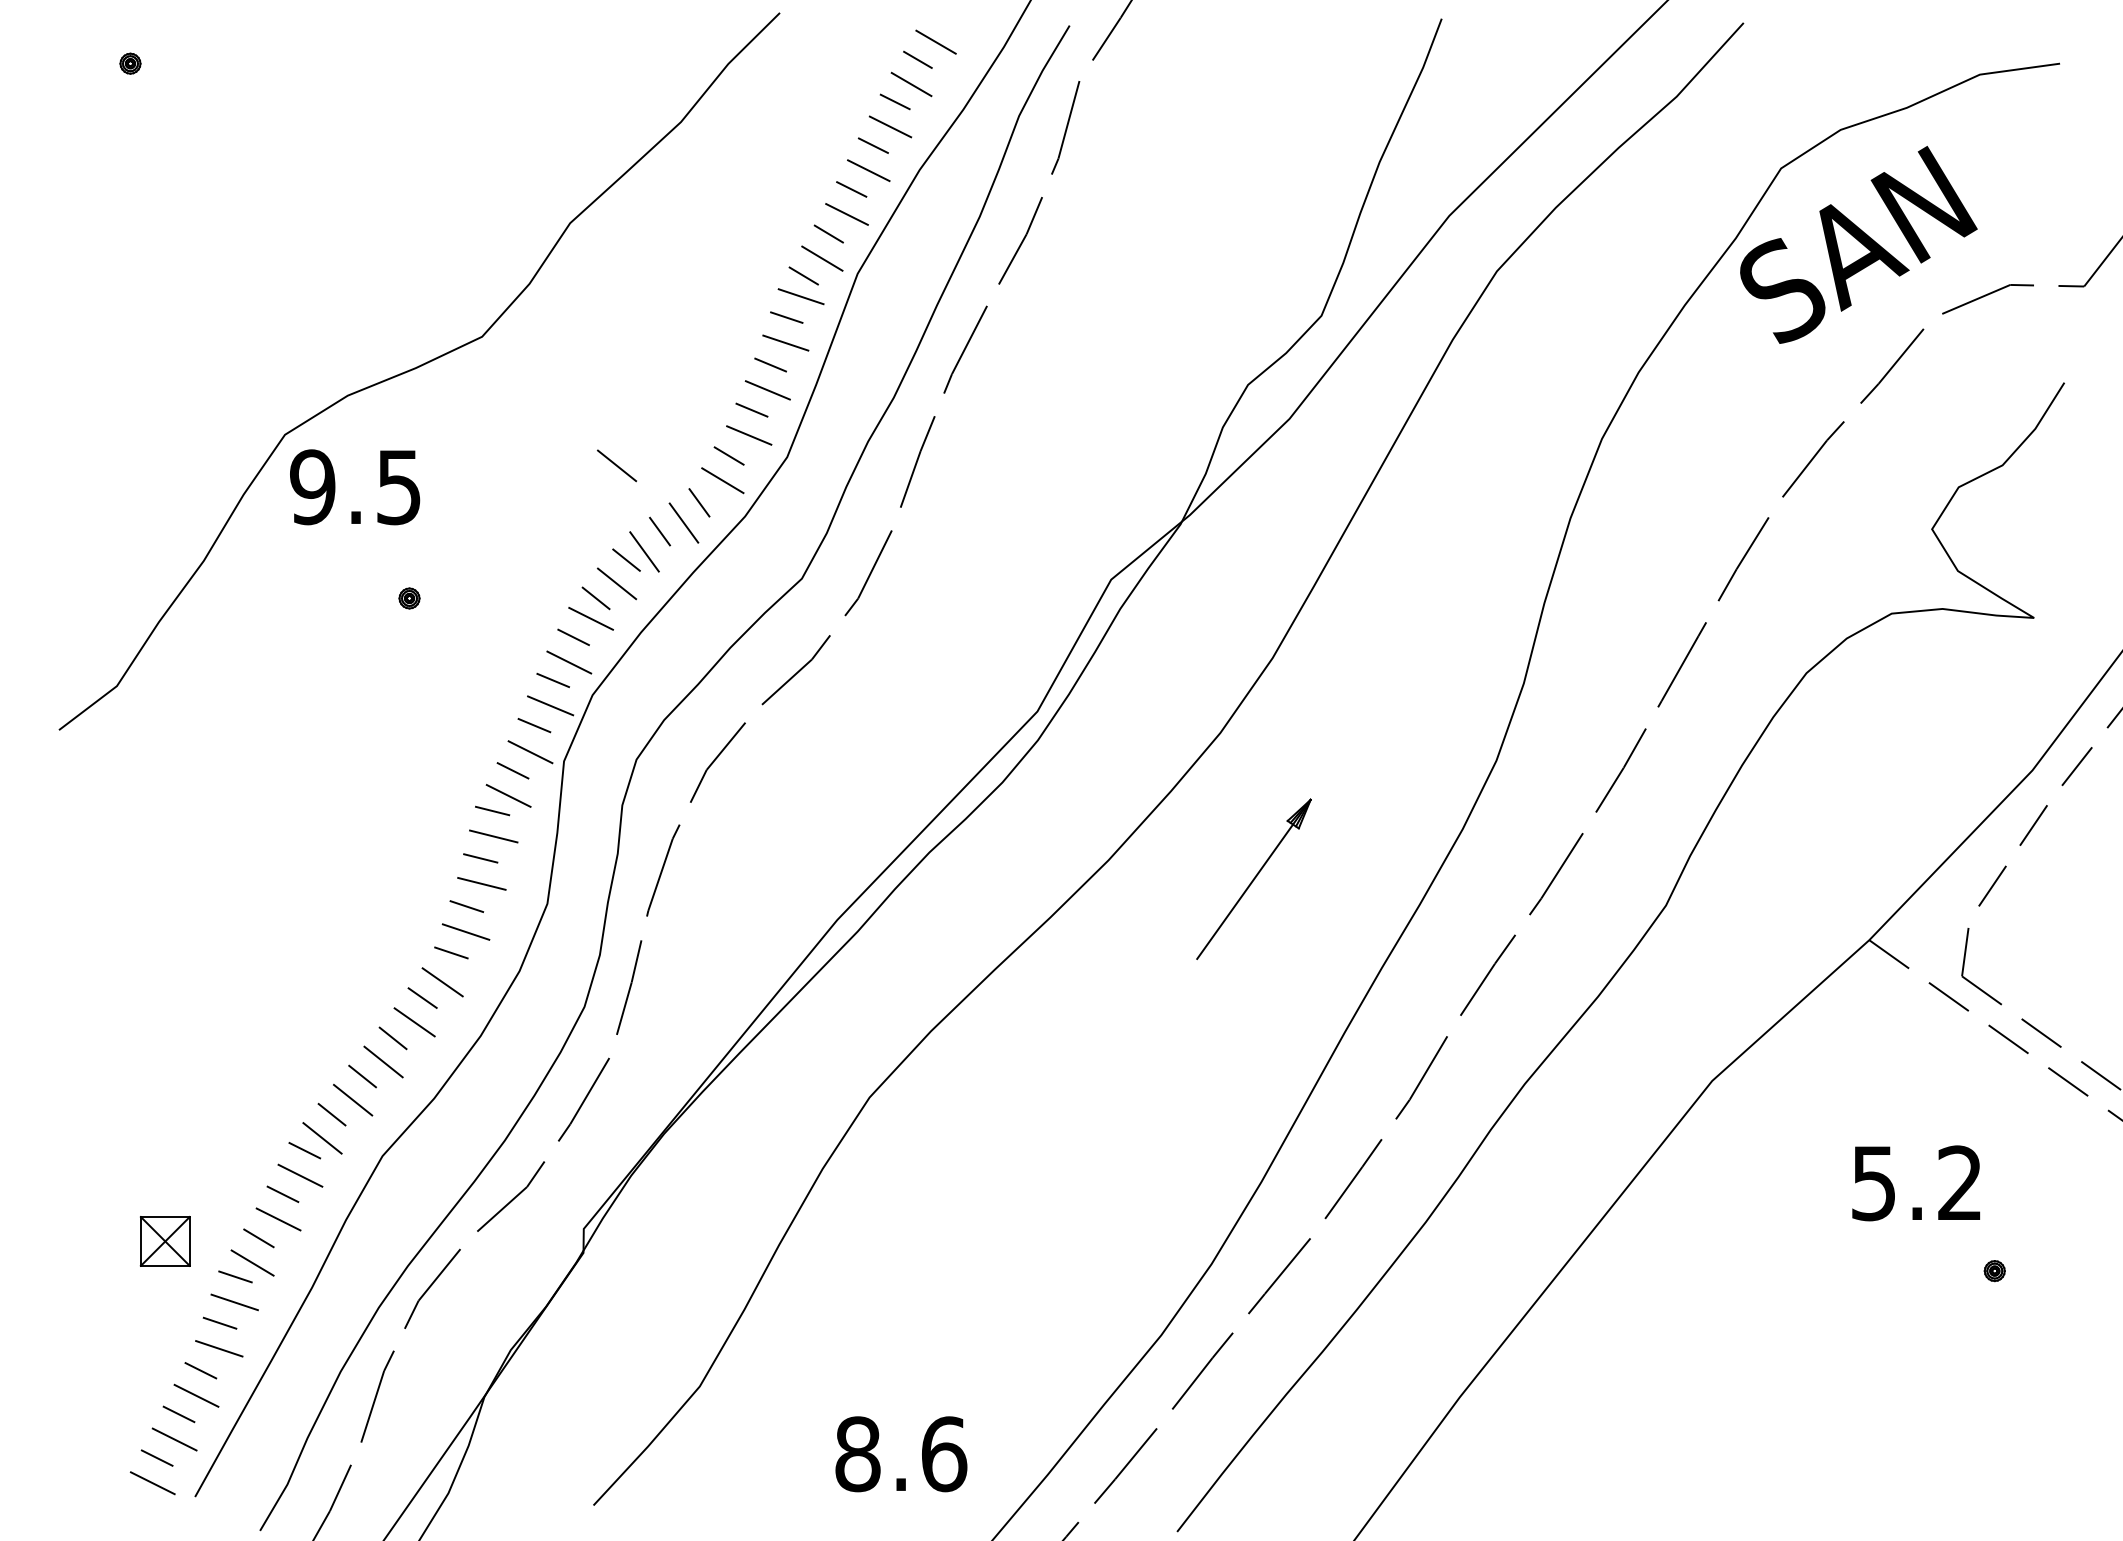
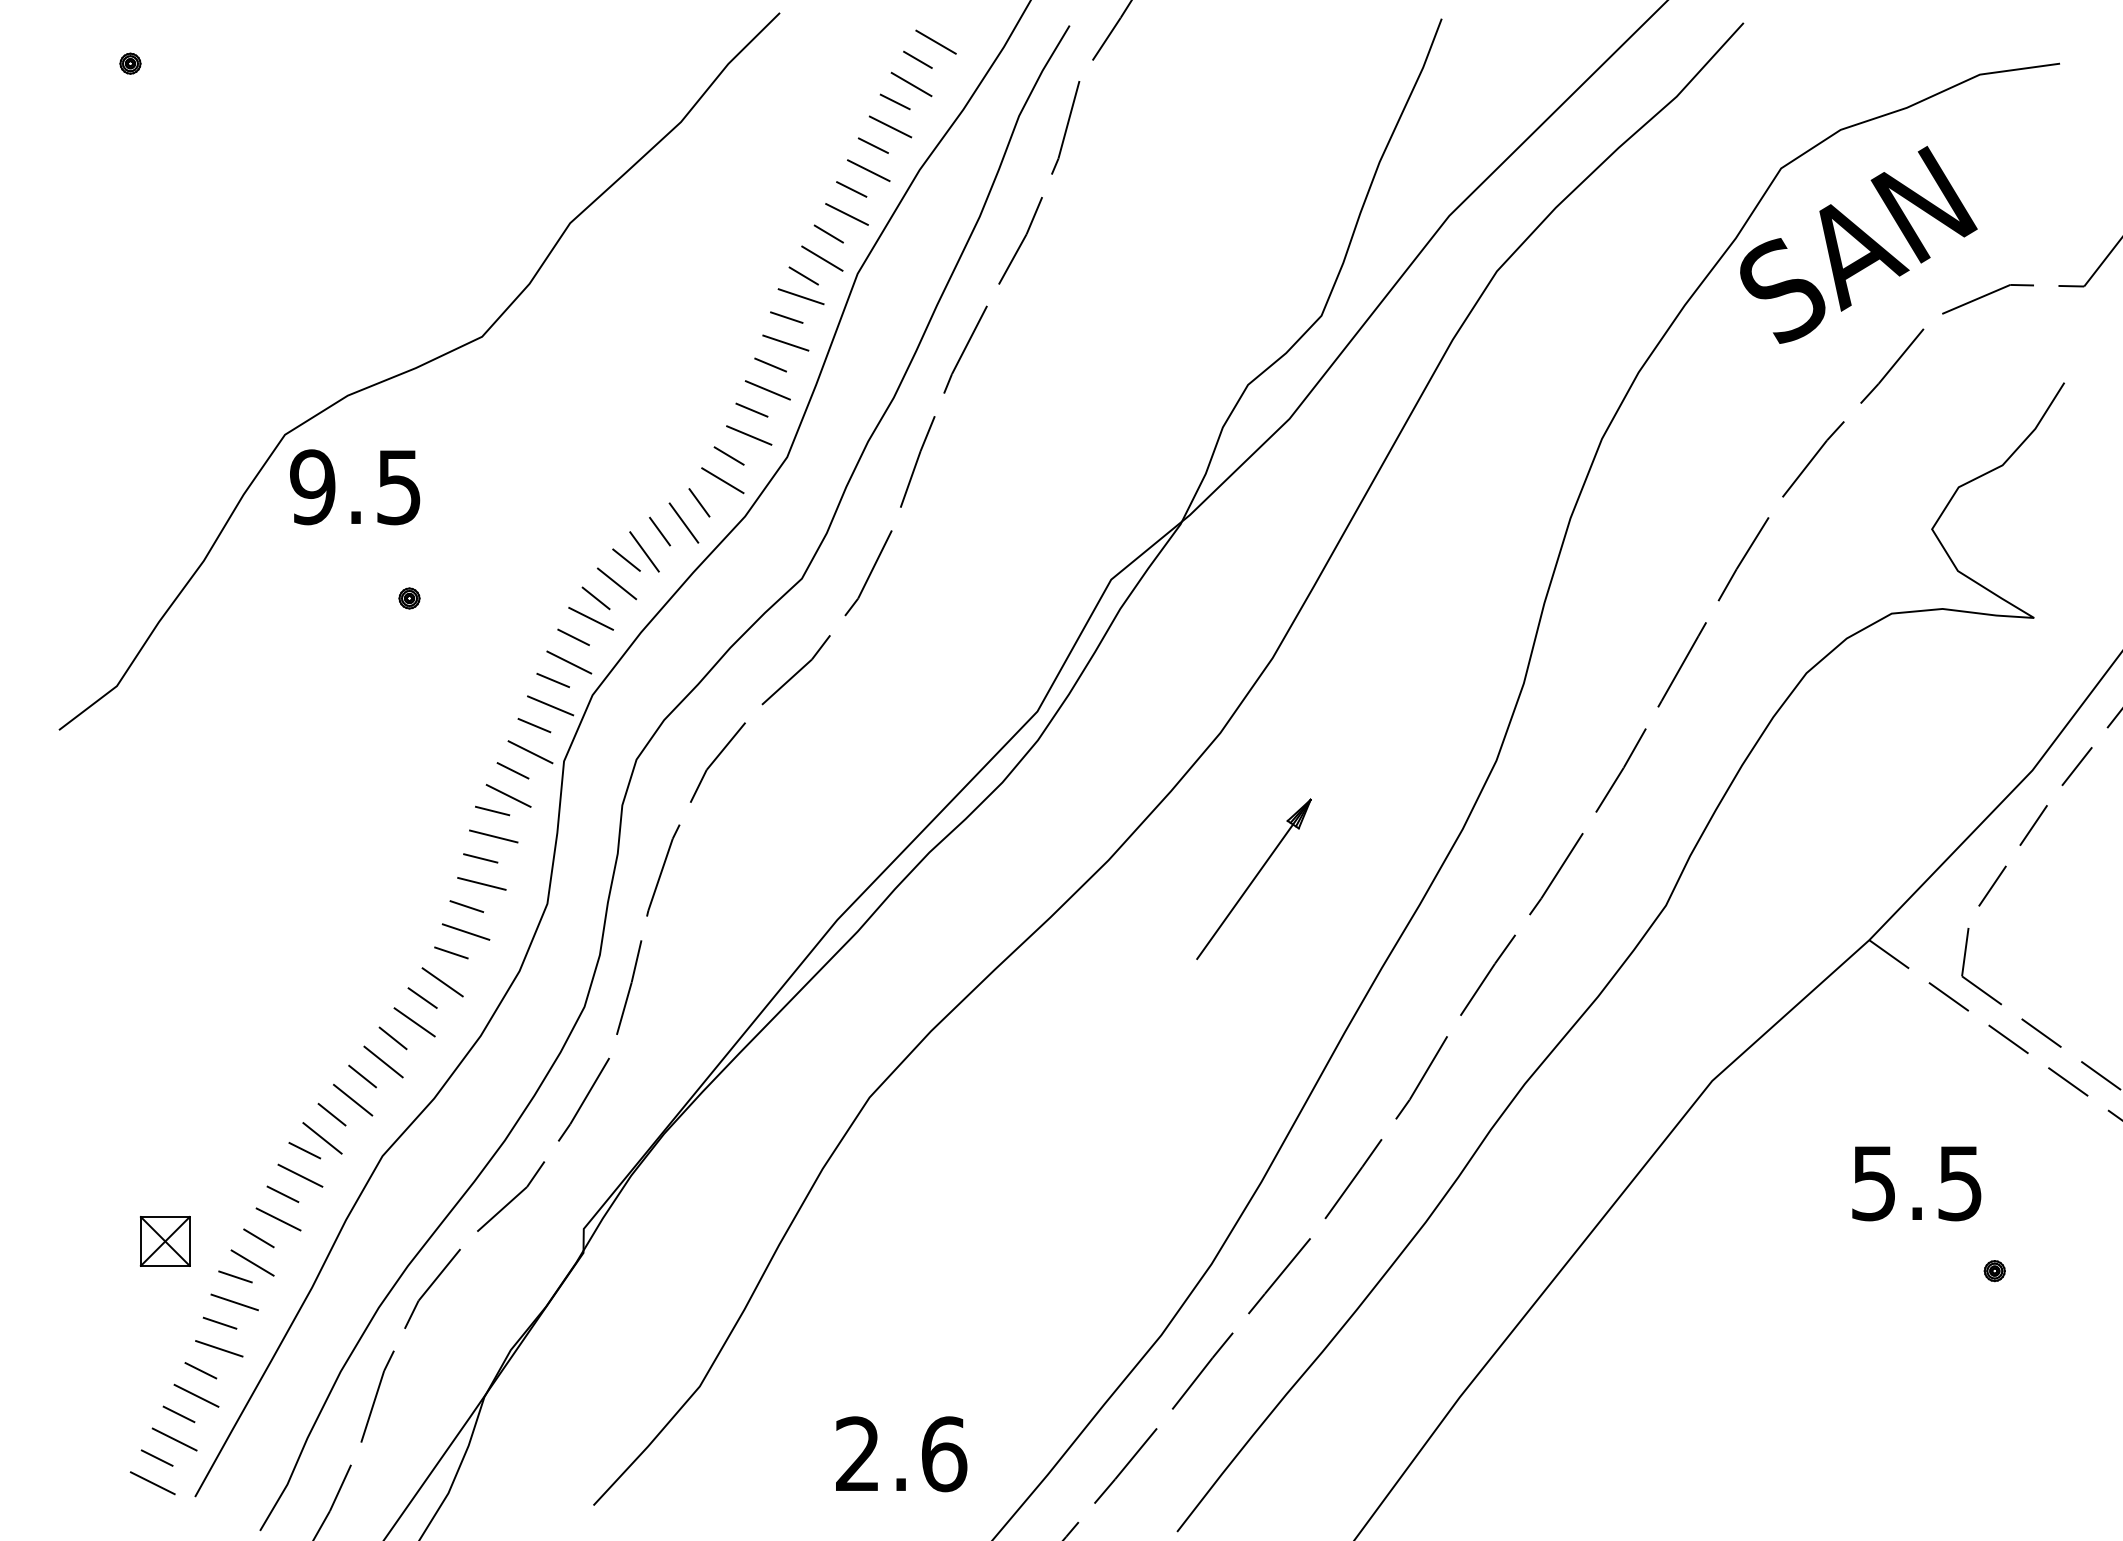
line at (616, 465): present -> none
text at (1959, 1183): 5.2 -> 5.5
text at (857, 1454): 8.6 -> 2.6
